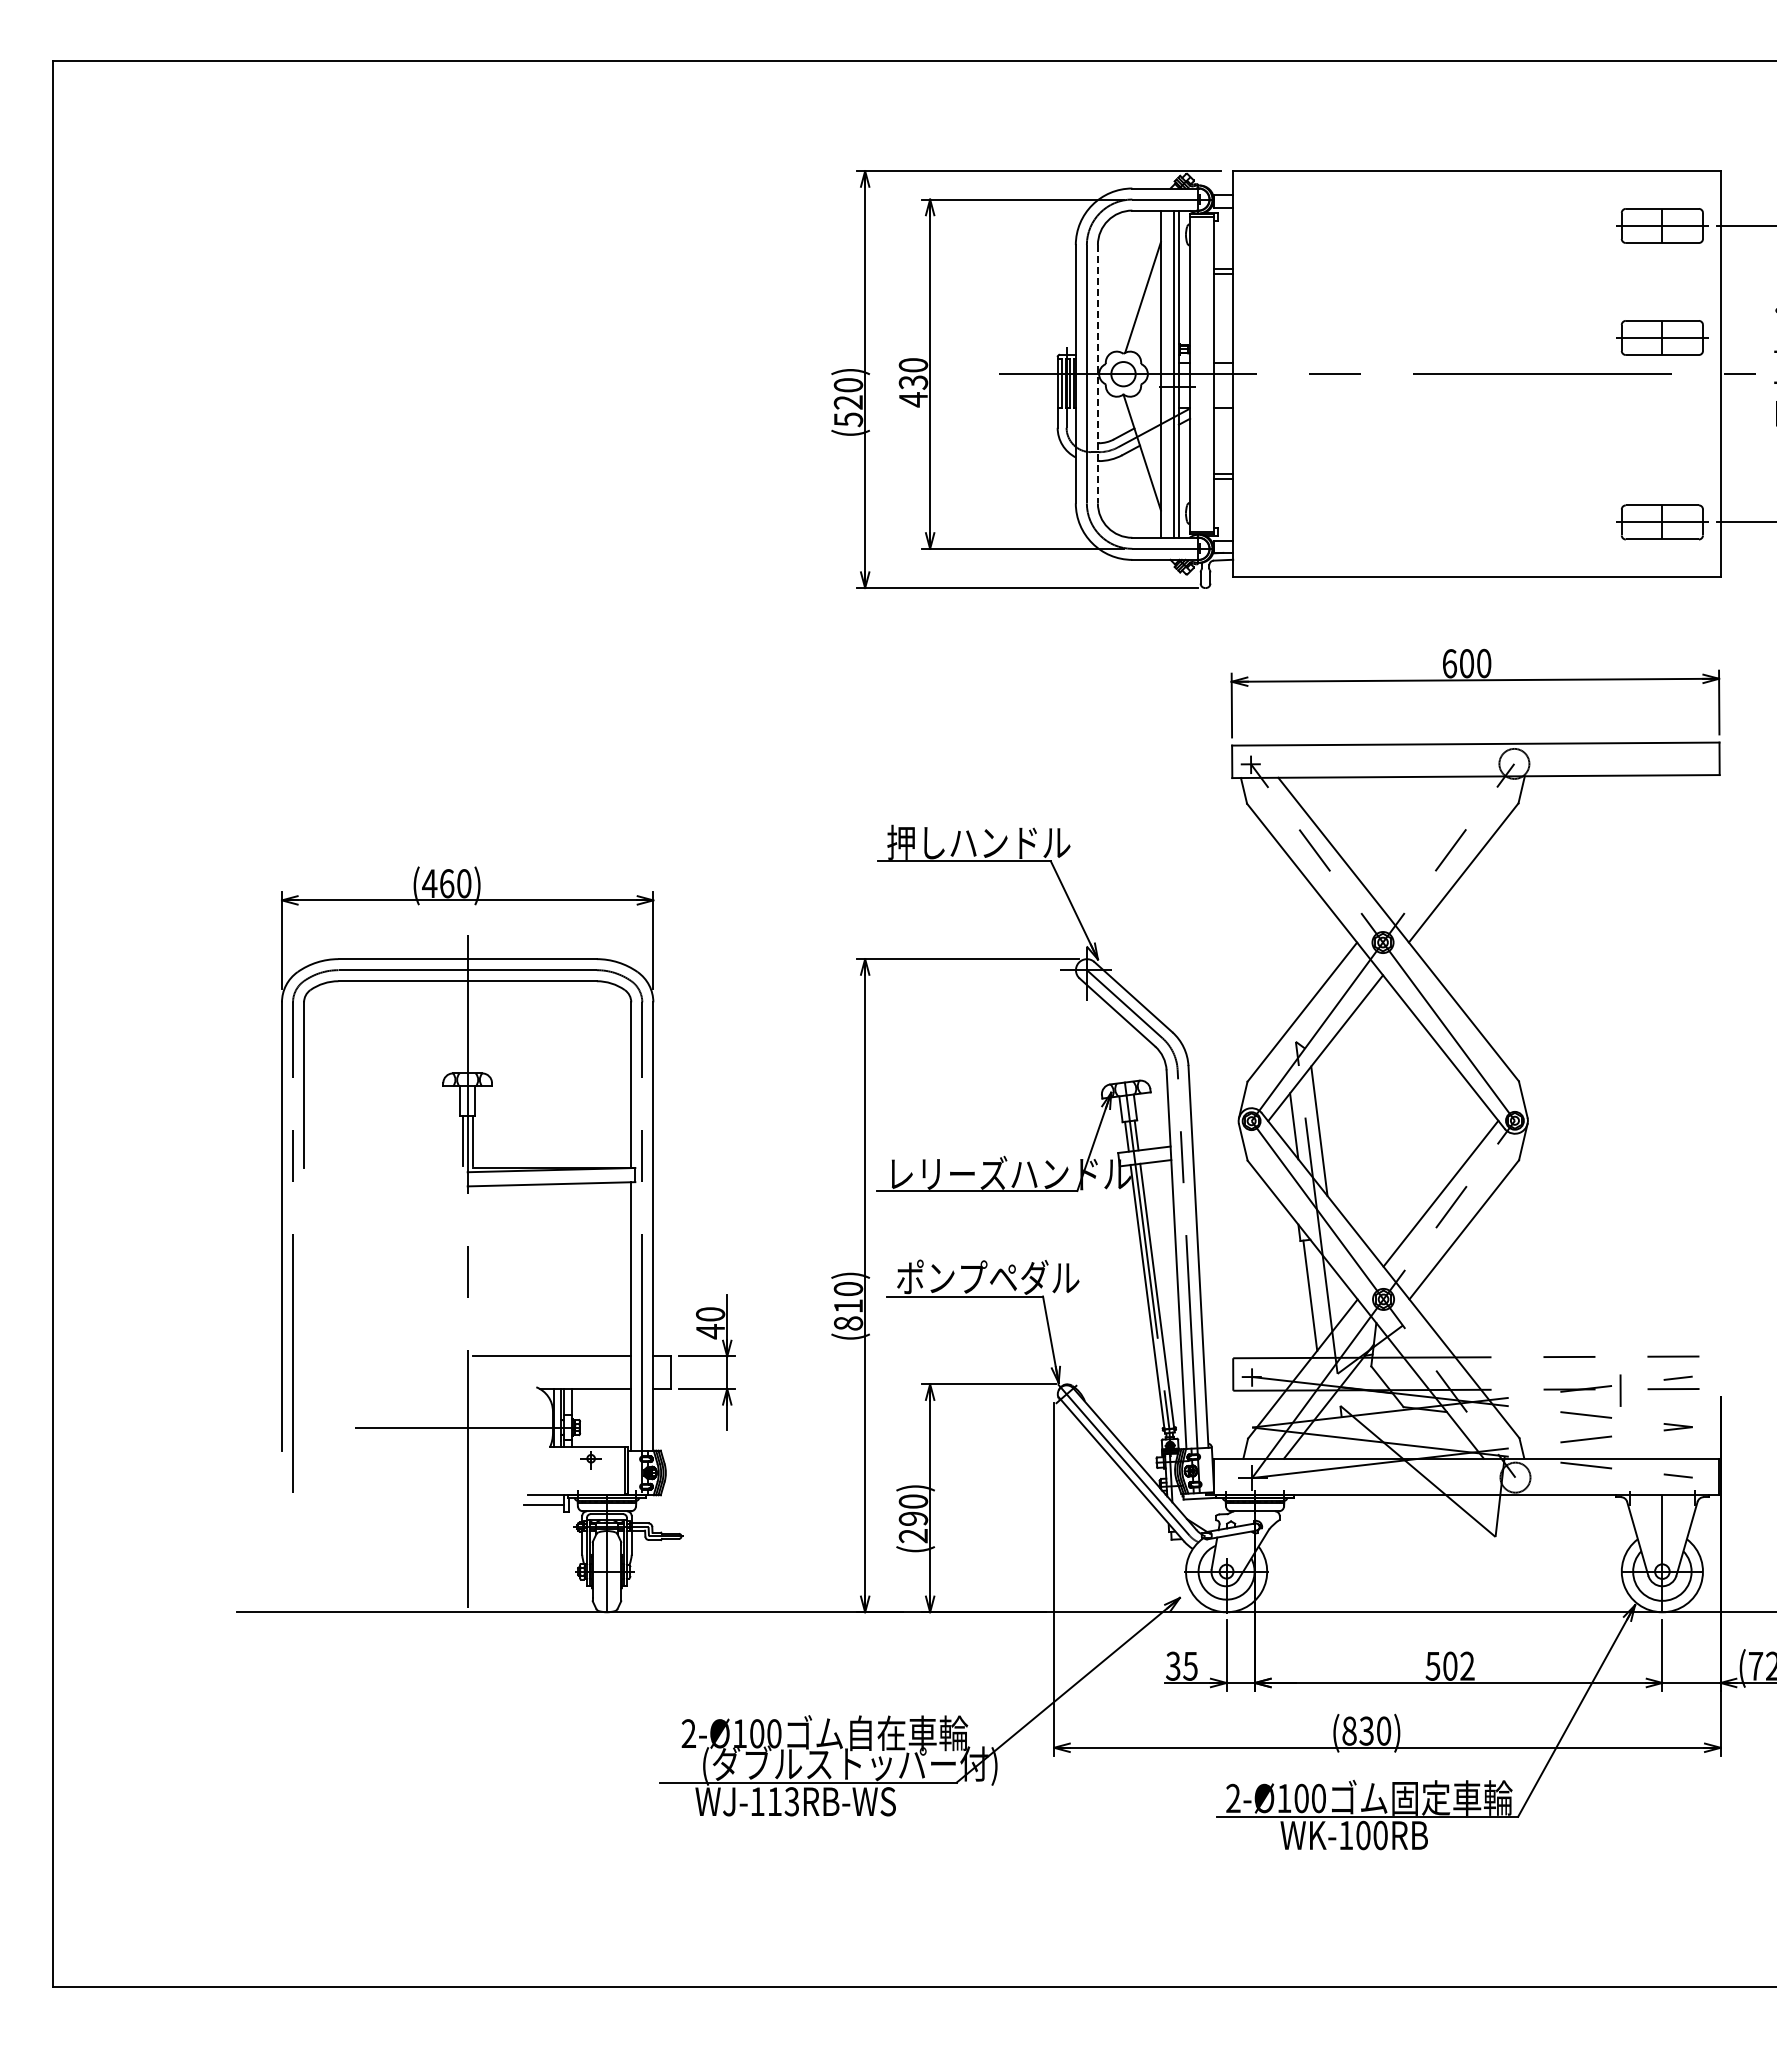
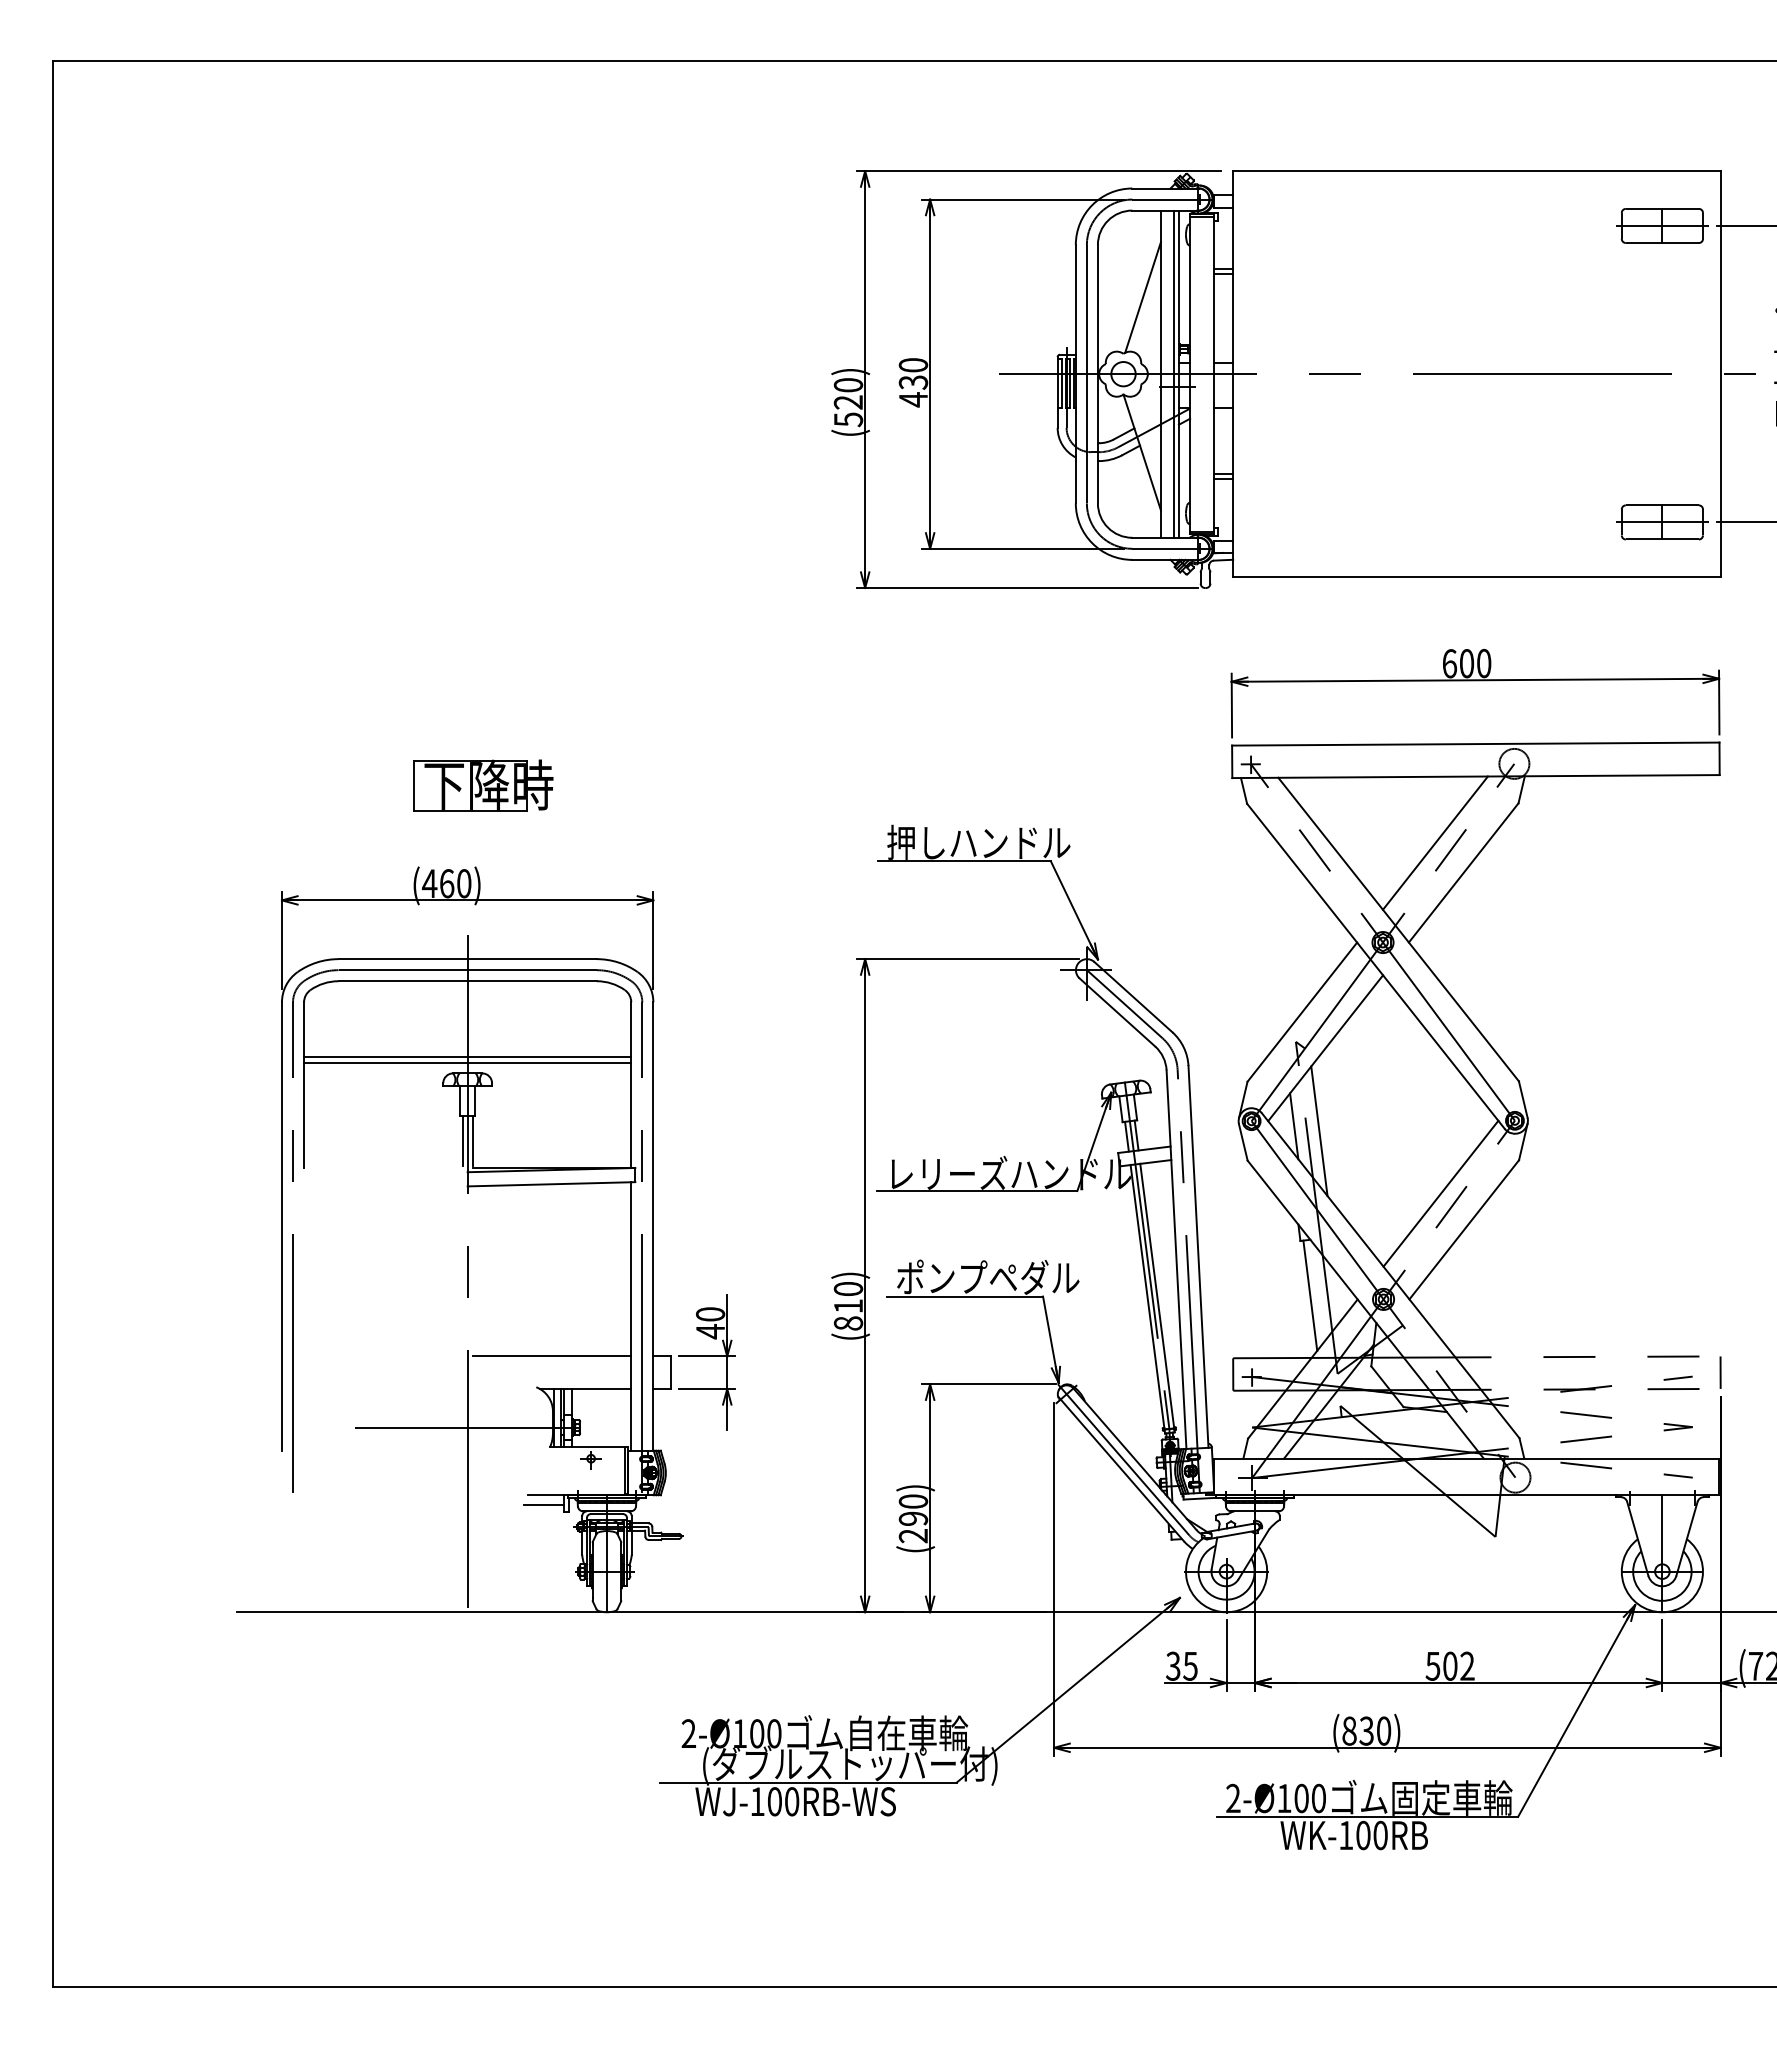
part at (1662, 337): present -> none
line at (1097, 374): dashed -> solid
part at (483, 785): none -> present
line at (1434, 842): none -> present
line at (467, 1056): none -> present
line at (467, 1063): none -> present
line at (1620, 1390) position: (1620, 1390) -> (1720, 1372)
text at (783, 1801): WJ-113RB-WS -> WJ-100RB-WS
